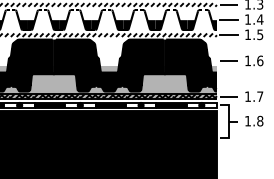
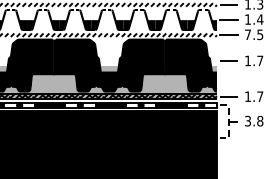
text at (247, 34): 1.5 -> 7.5
text at (260, 60): 1.6 -> 1.7
text at (247, 120): 1.8 -> 3.8
line at (229, 122): solid -> dashed
